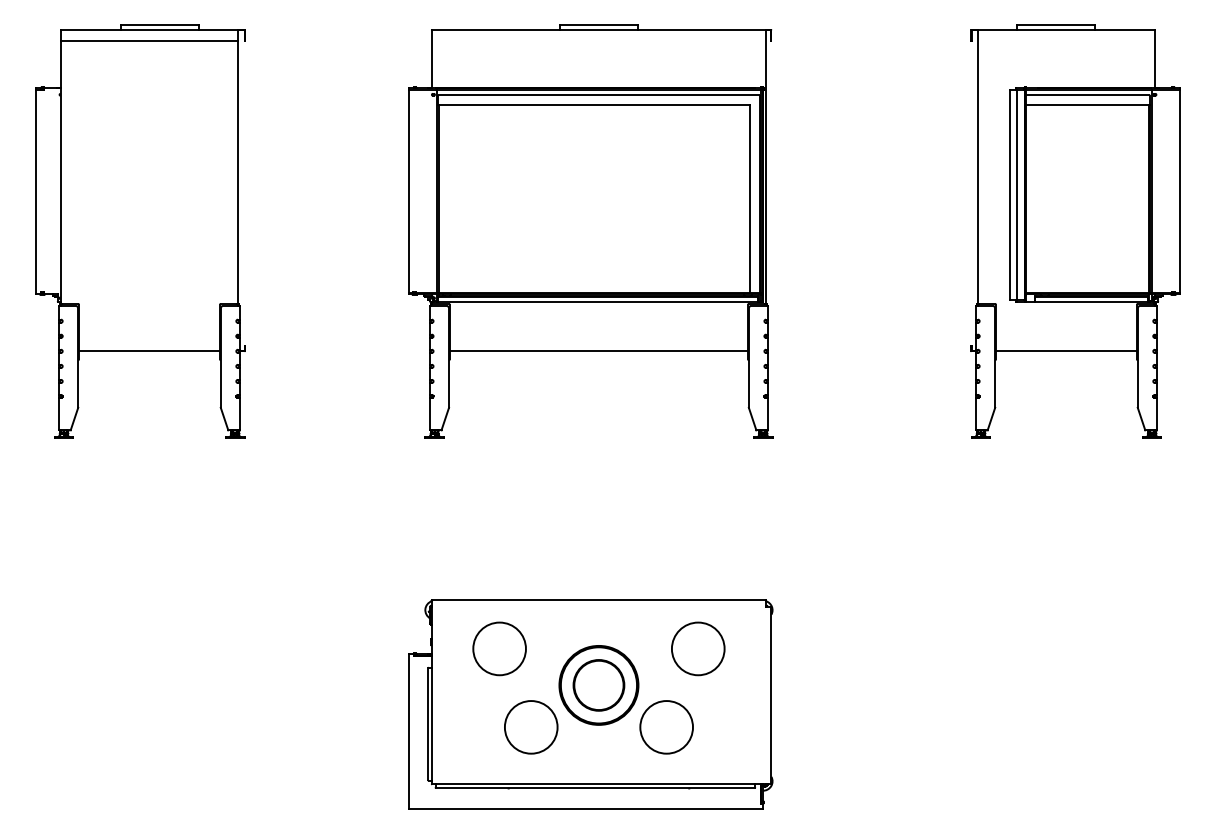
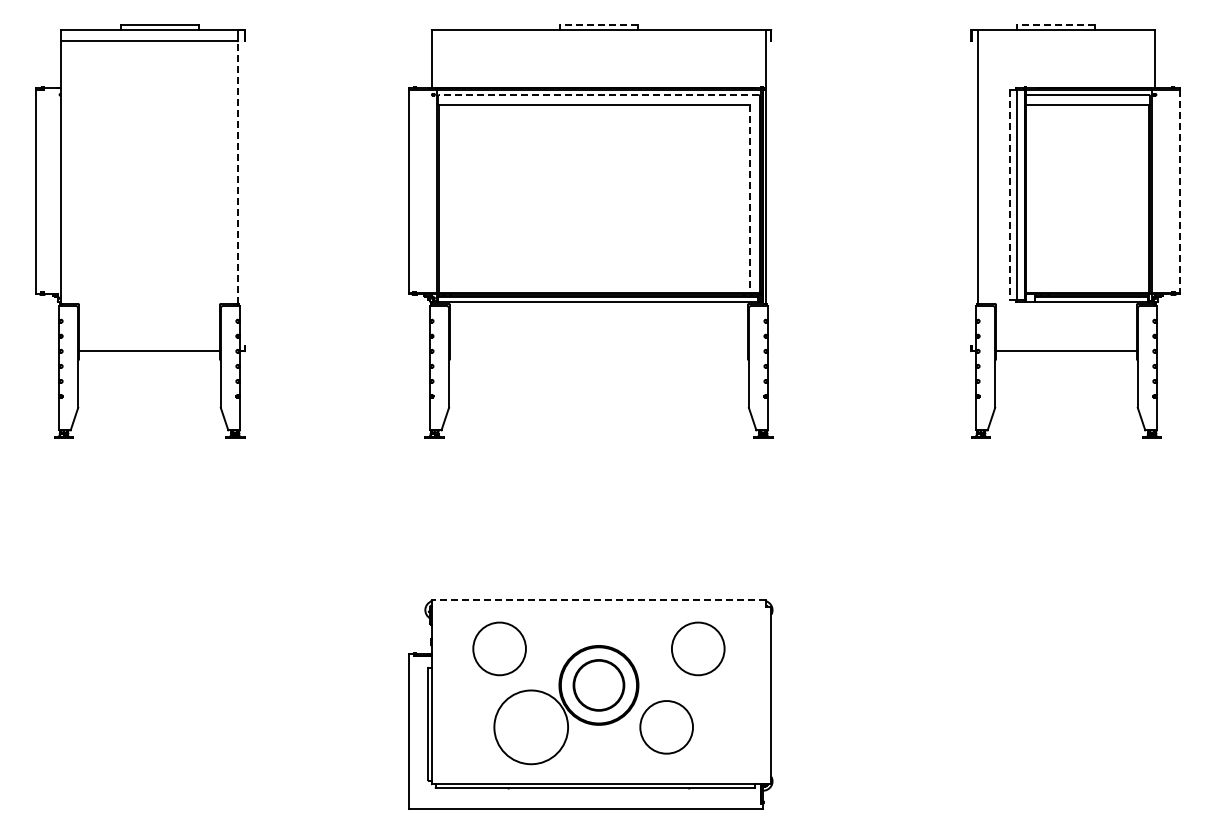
line at (598, 25): solid -> dashed
line at (1056, 25): solid -> dashed
line at (598, 95): solid -> dashed
line at (238, 172): solid -> dashed
line at (1179, 191): solid -> dashed
line at (1009, 195): solid -> dashed
line at (750, 199): solid -> dashed
line at (598, 351): present -> none
line at (598, 600): solid -> dashed
circle at (530, 727) diameter: 53 px -> 74 px
